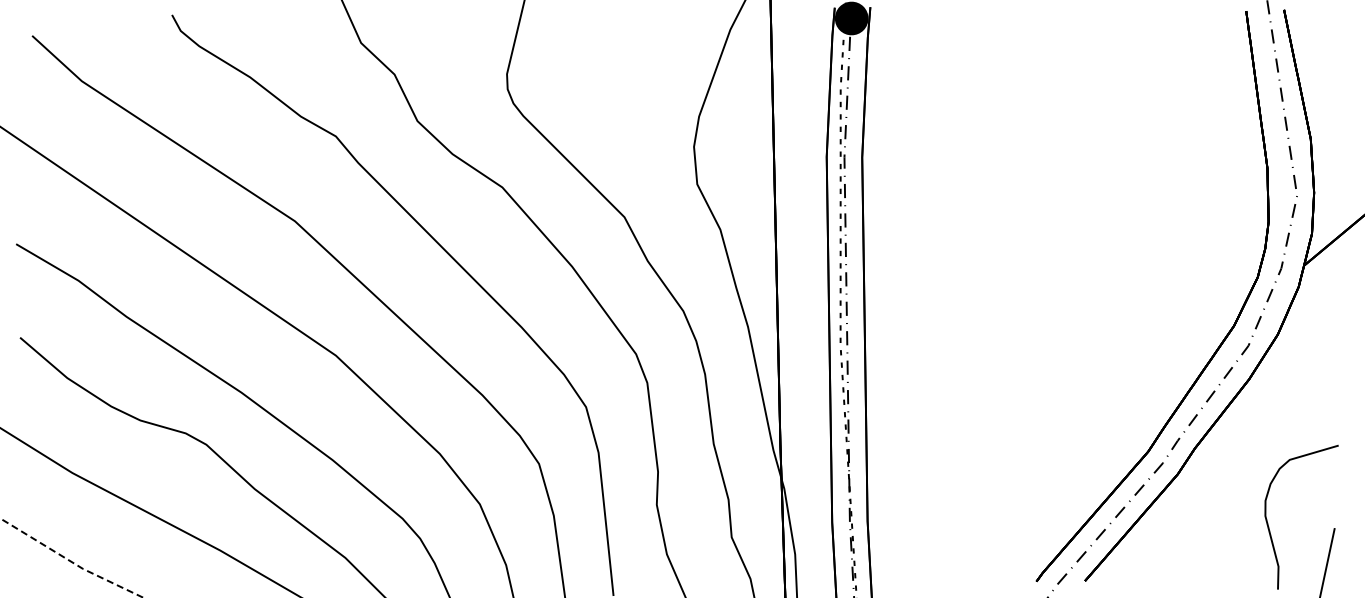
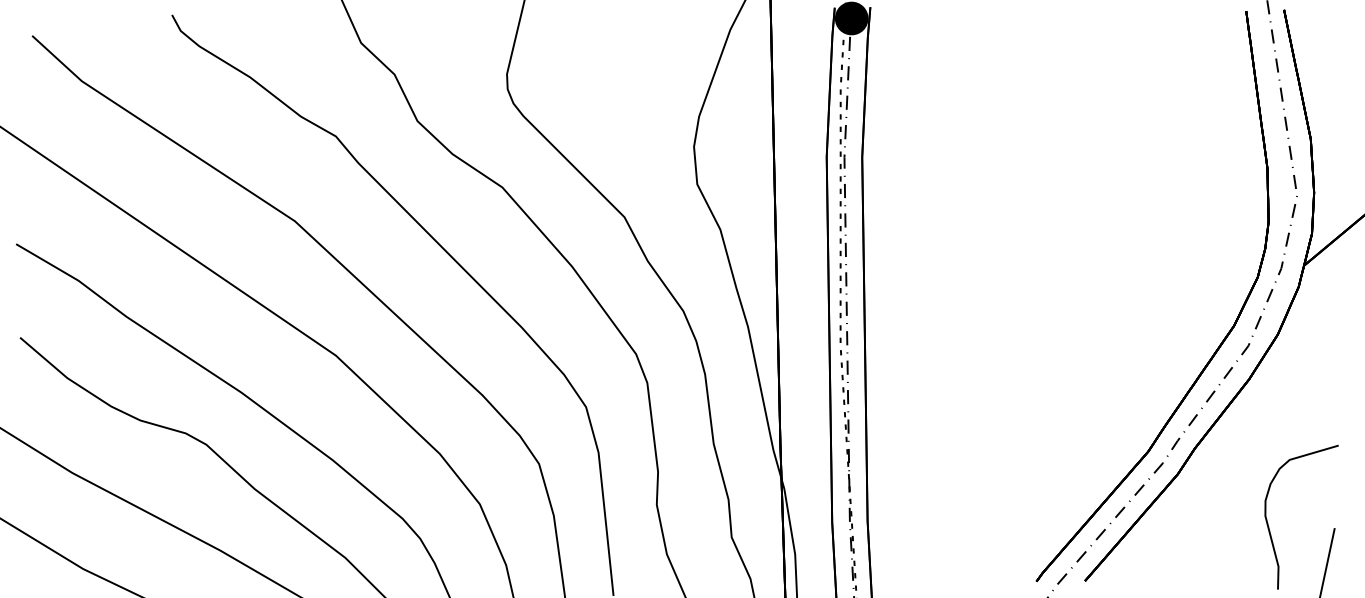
line at (70, 561): dashed -> solid
